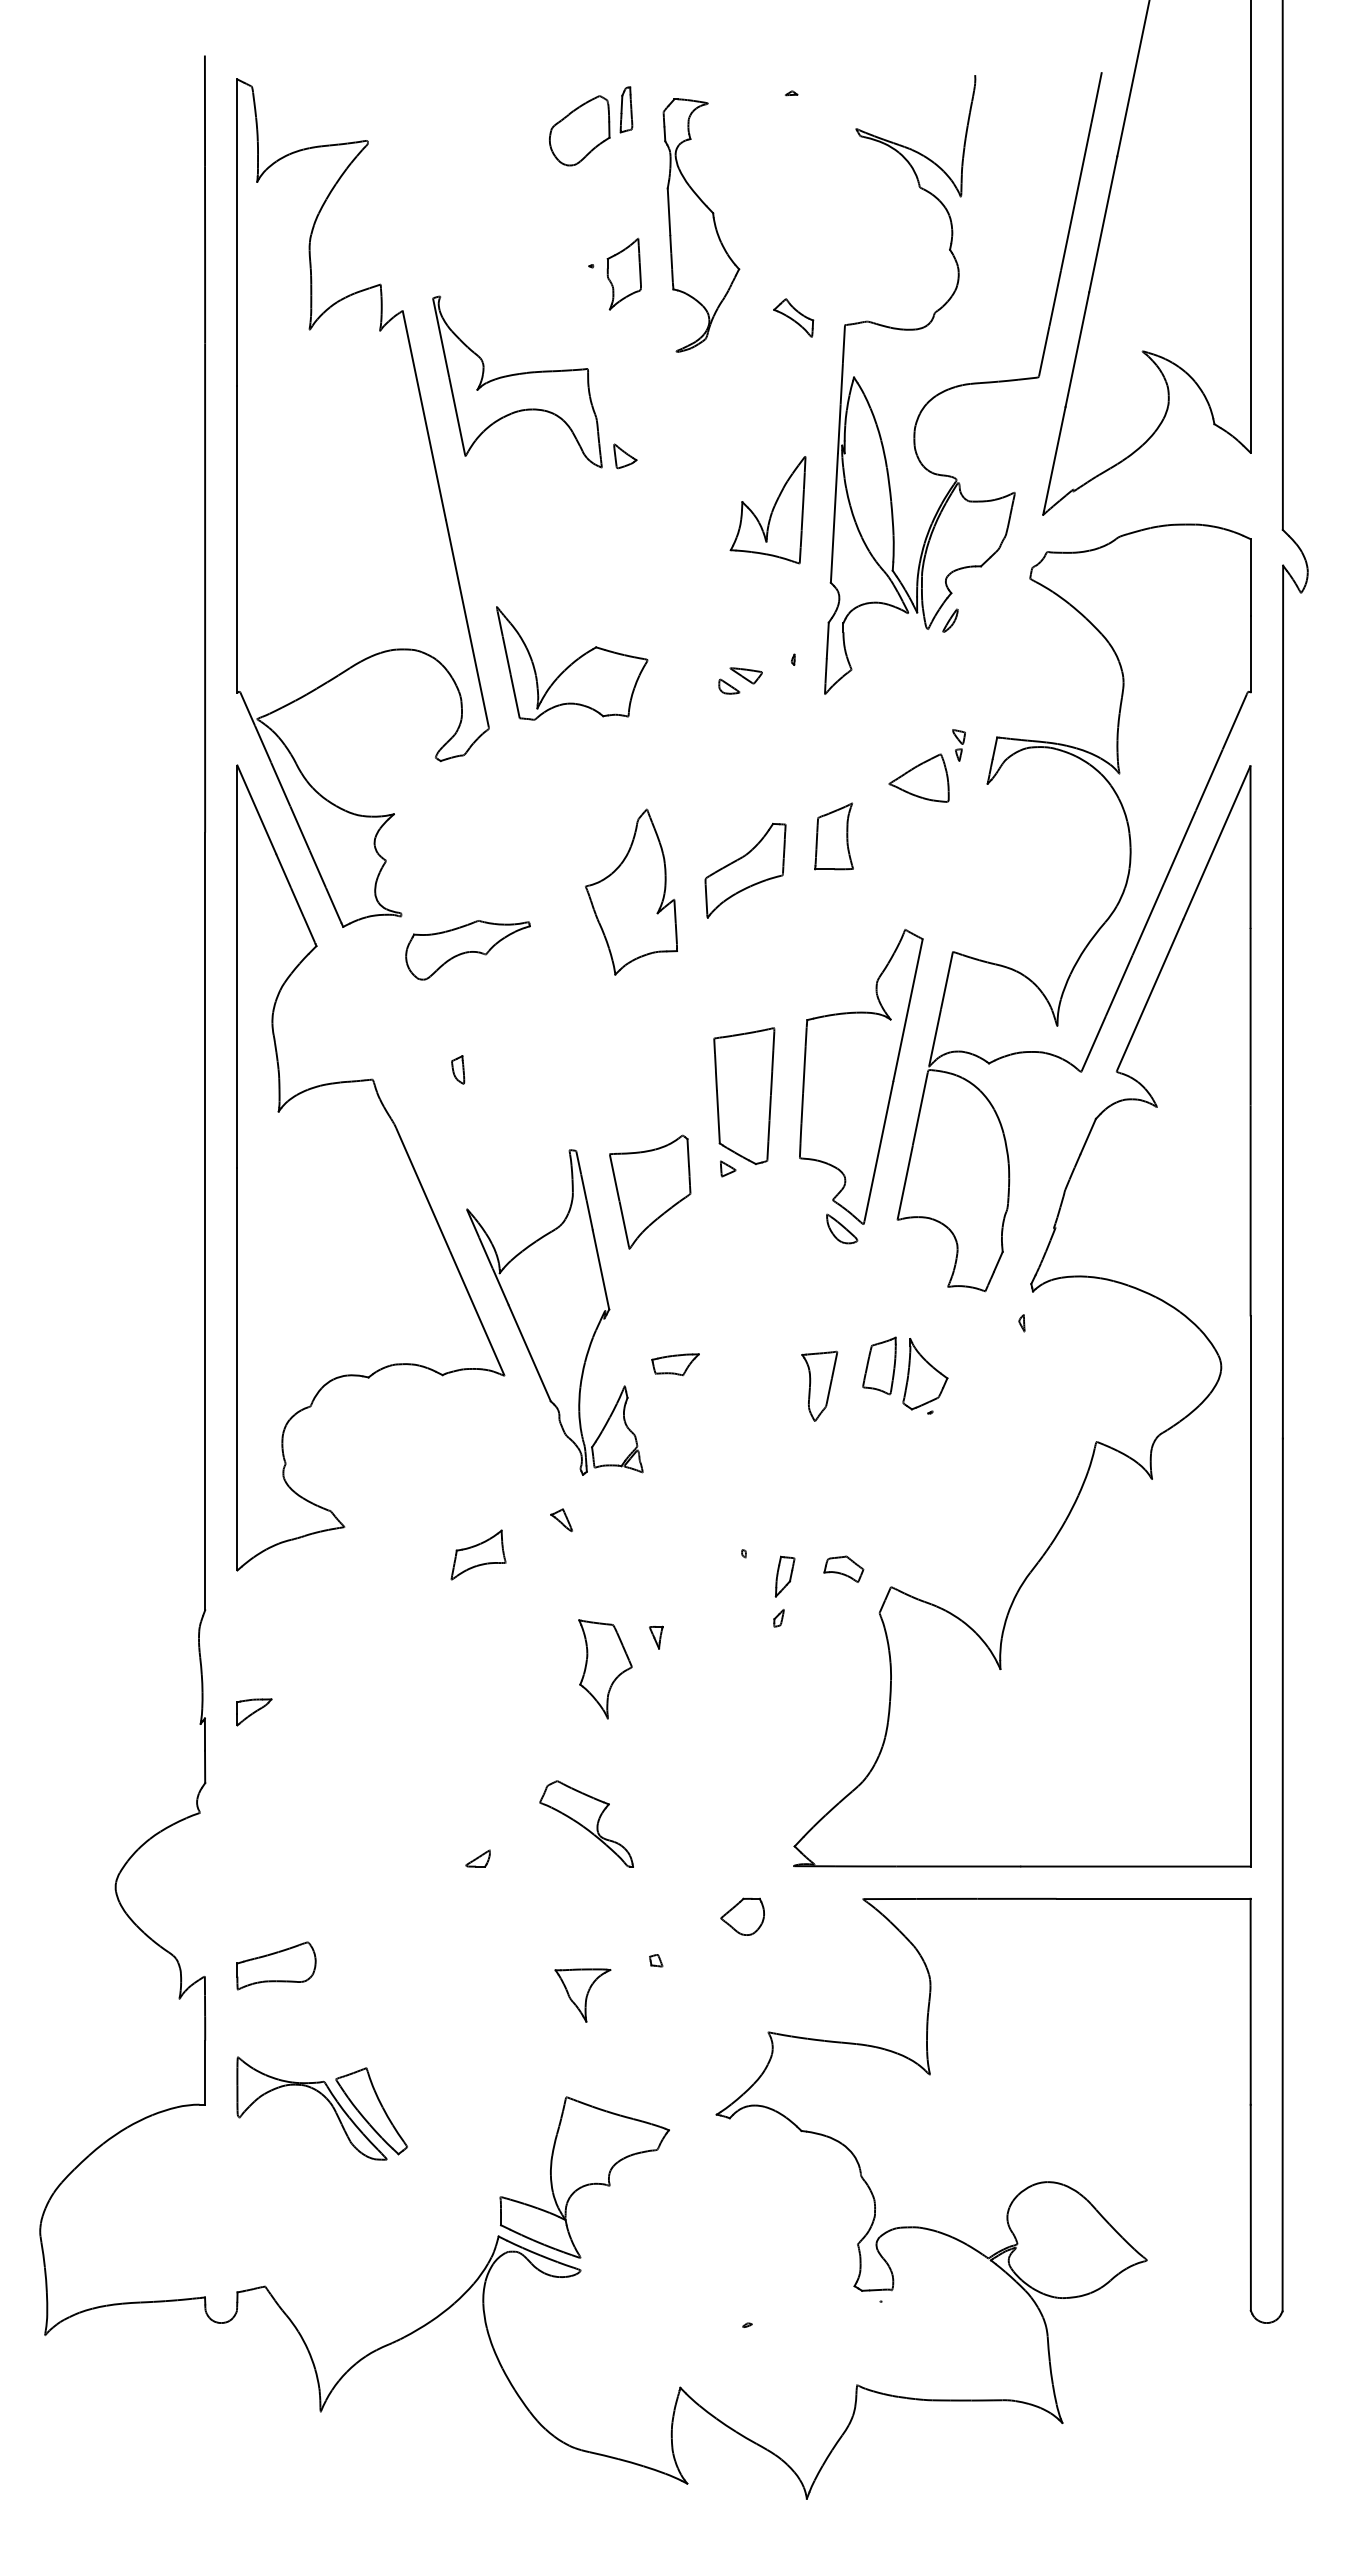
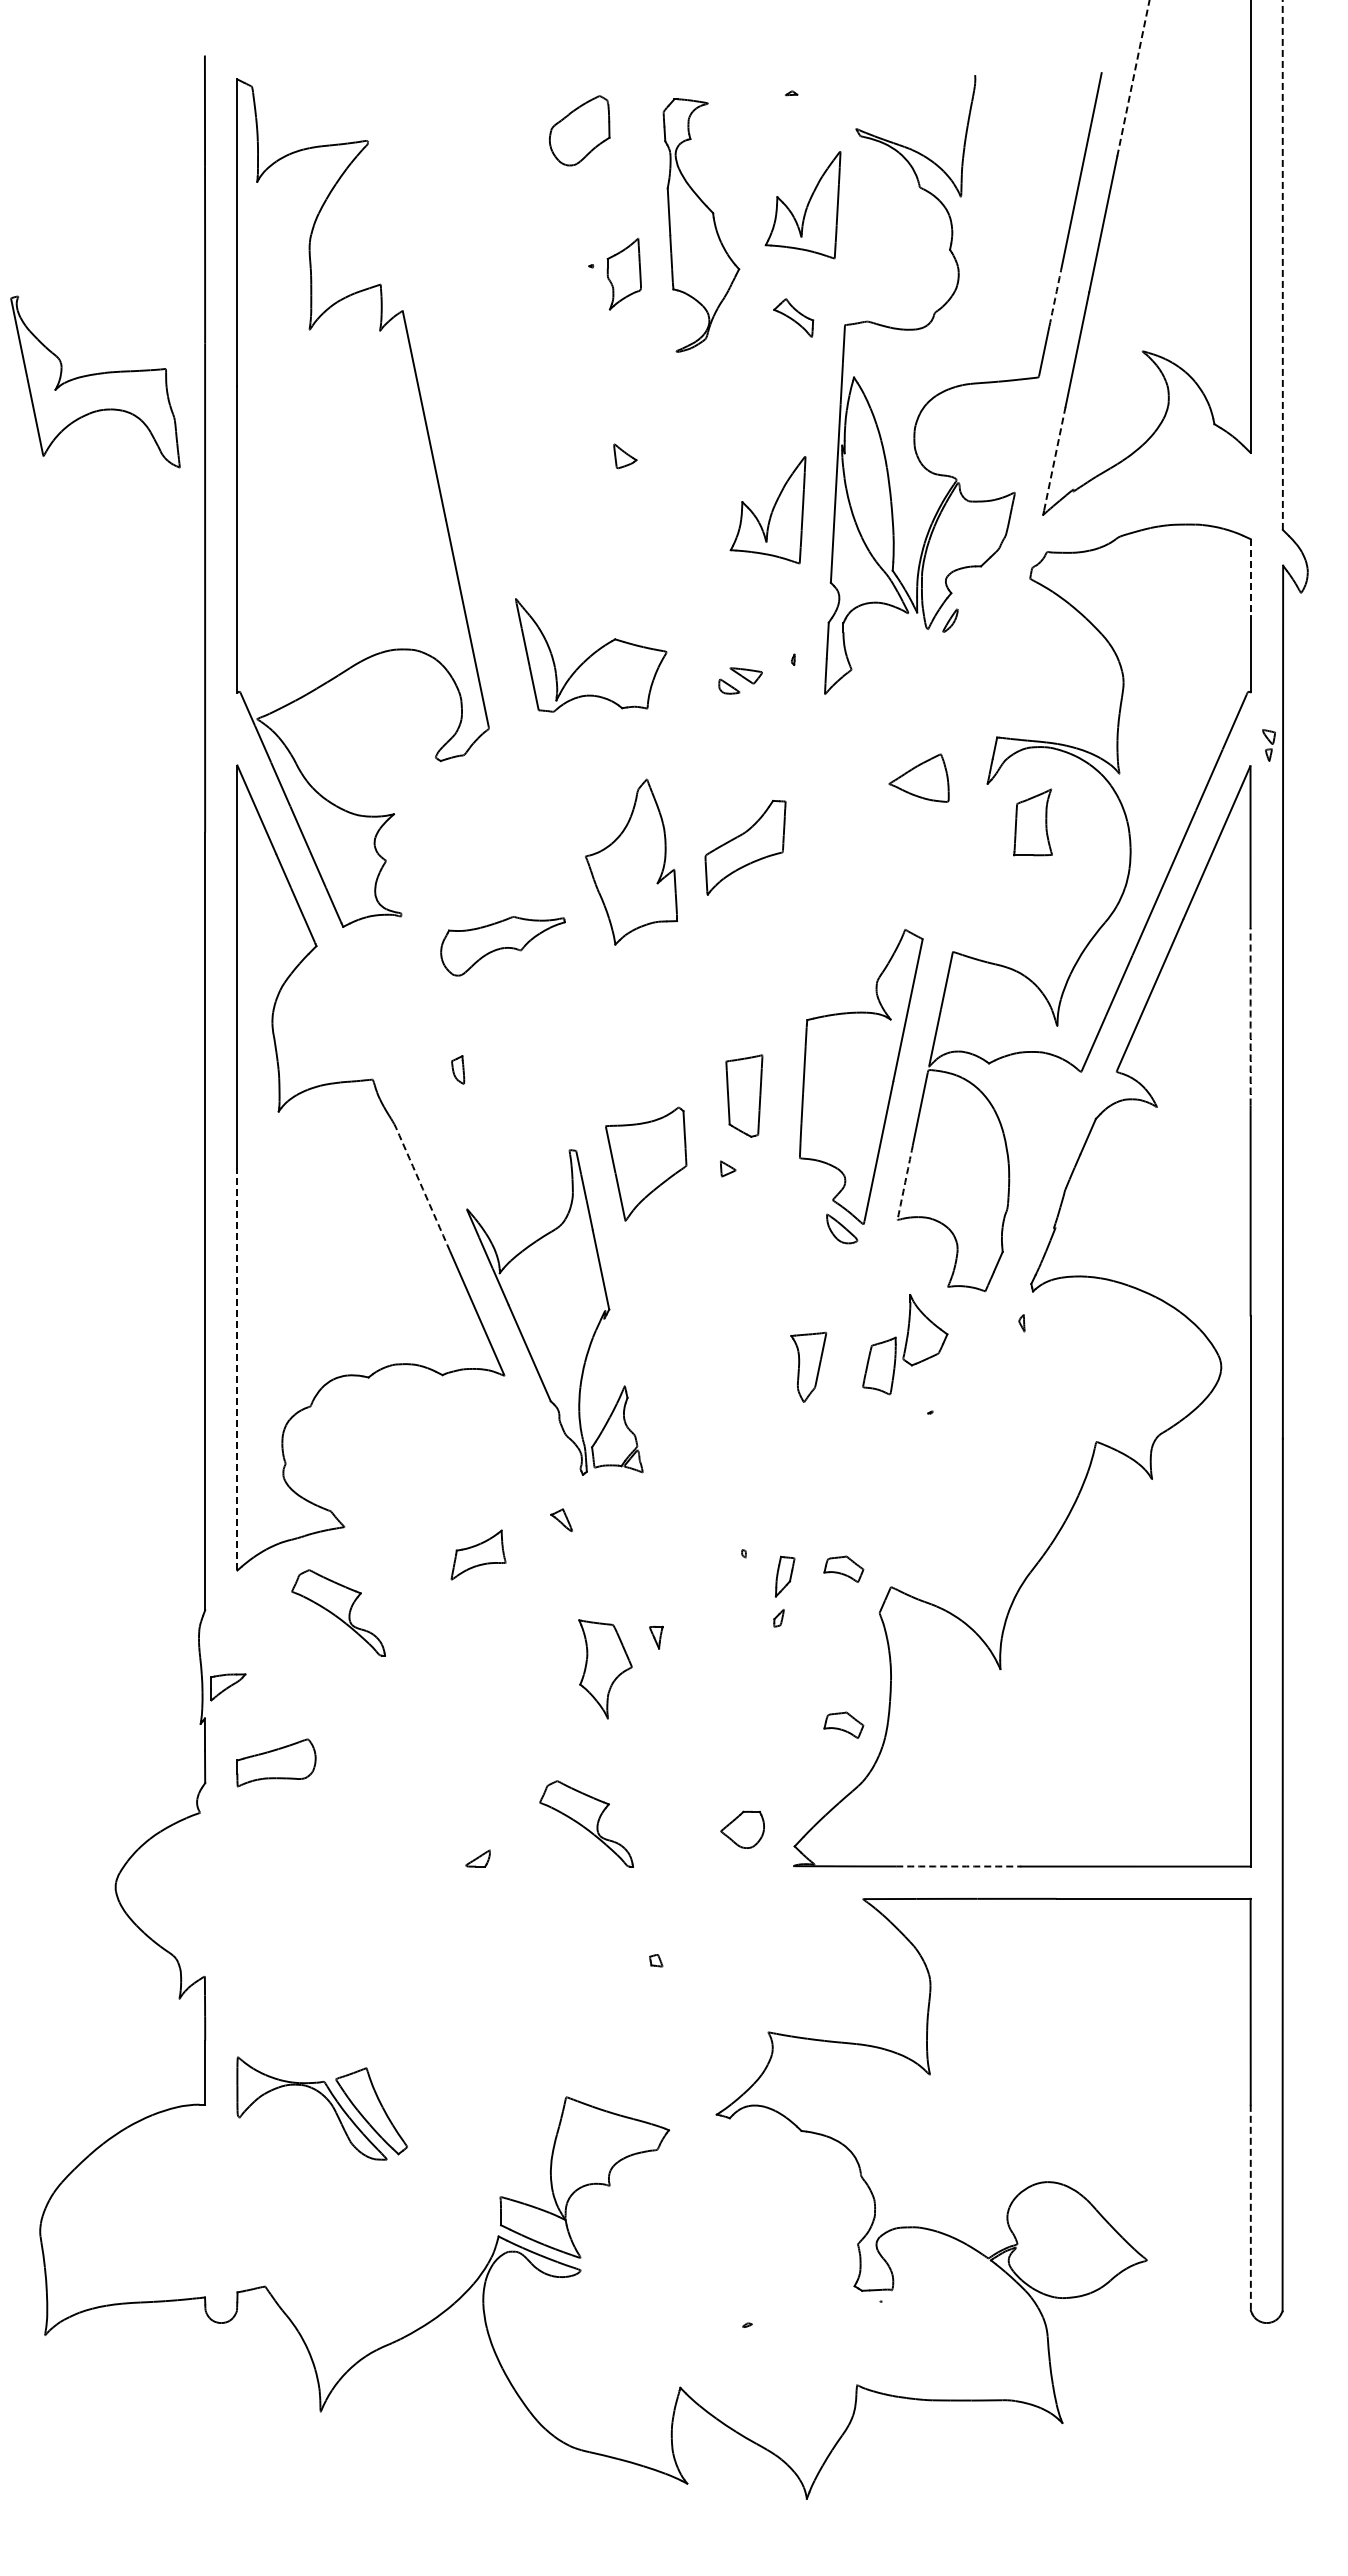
line at (1133, 78): solid -> dashed
part at (626, 109): present -> none
part at (802, 205): none -> present
line at (1282, 265): solid -> dashed
arc at (1055, 298): solid -> dashed
part at (517, 381) position: (517, 381) -> (95, 381)
line at (1054, 458): solid -> dashed
line at (1250, 577): solid -> dashed
part at (572, 663) position: (572, 663) -> (591, 655)
part at (958, 745) position: (958, 745) -> (1268, 745)
part at (833, 836) position: (833, 836) -> (1032, 822)
part at (745, 870) position: (745, 870) -> (745, 847)
part at (631, 891) position: (631, 891) -> (631, 861)
part at (467, 950) position: (467, 950) -> (502, 946)
arc at (1250, 1016): solid -> dashed
part at (744, 1095) size: 63x138 px -> 39x84 px
arc at (905, 1182): solid -> dashed
arc at (423, 1189): solid -> dashed
part at (650, 1191) position: (650, 1191) -> (646, 1163)
part at (675, 1364): present -> none
line at (237, 1368): solid -> dashed
part at (925, 1374) position: (925, 1374) -> (925, 1330)
part at (819, 1385) position: (819, 1385) -> (808, 1366)
part at (338, 1612): none -> present
part at (254, 1712) position: (254, 1712) -> (228, 1687)
part at (843, 1724): none -> present
arc at (958, 1866): solid -> dashed
part at (742, 1916) position: (742, 1916) -> (742, 1829)
part at (276, 1965) position: (276, 1965) -> (276, 1762)
part at (582, 1995): present -> none
line at (1250, 2207): solid -> dashed
